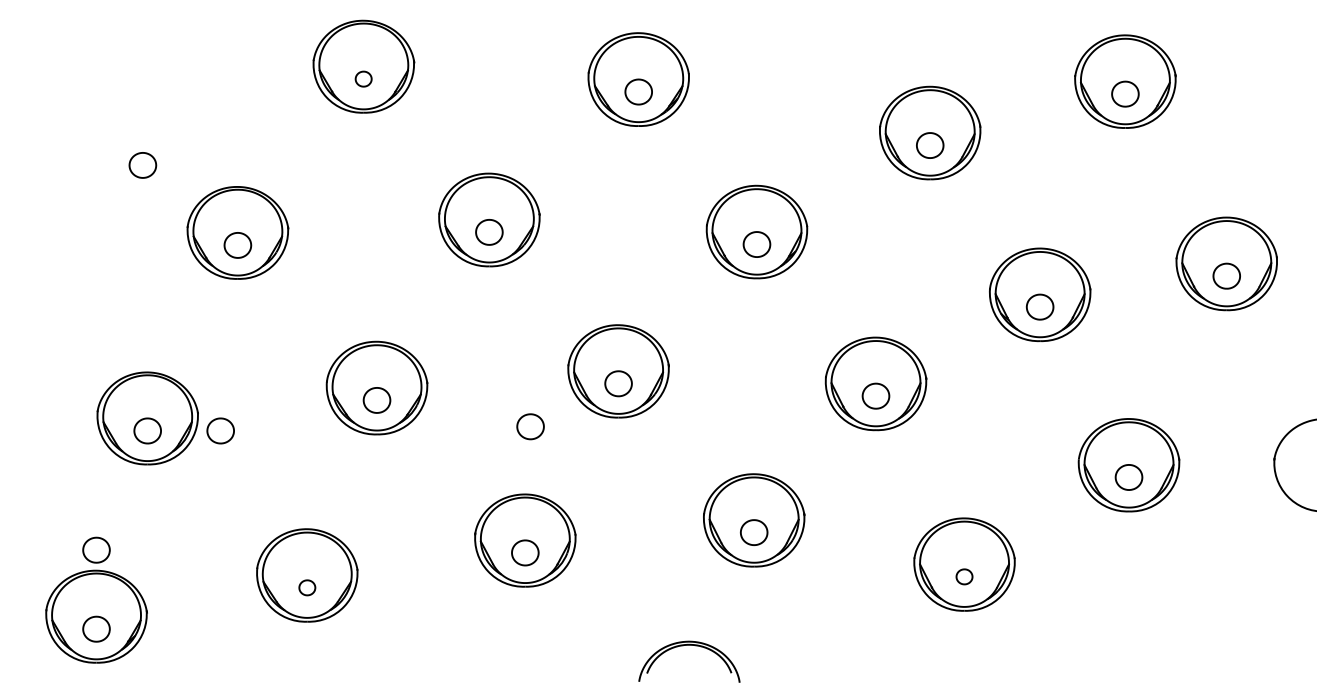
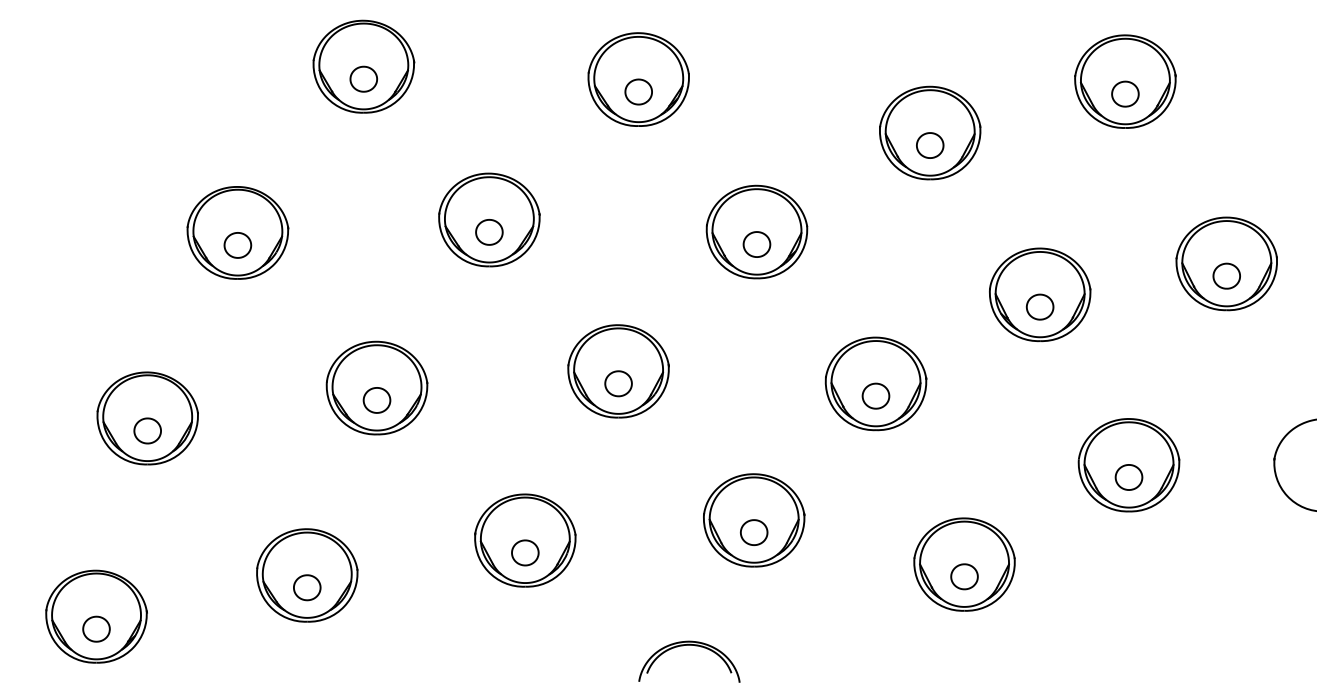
part at (363, 78) size: 19x18 px -> 29x28 px
part at (142, 165): present -> none
part at (530, 426): present -> none
part at (220, 430): present -> none
part at (96, 549): present -> none
part at (964, 576) size: 19x18 px -> 29x28 px
part at (307, 587) size: 19x18 px -> 29x28 px
